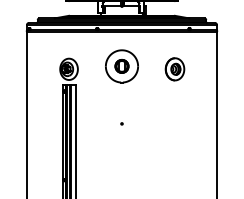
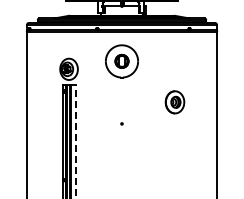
part at (121, 66) position: (121, 66) -> (121, 61)
part at (174, 69) position: (174, 69) -> (174, 102)
line at (75, 141): solid -> dashed
